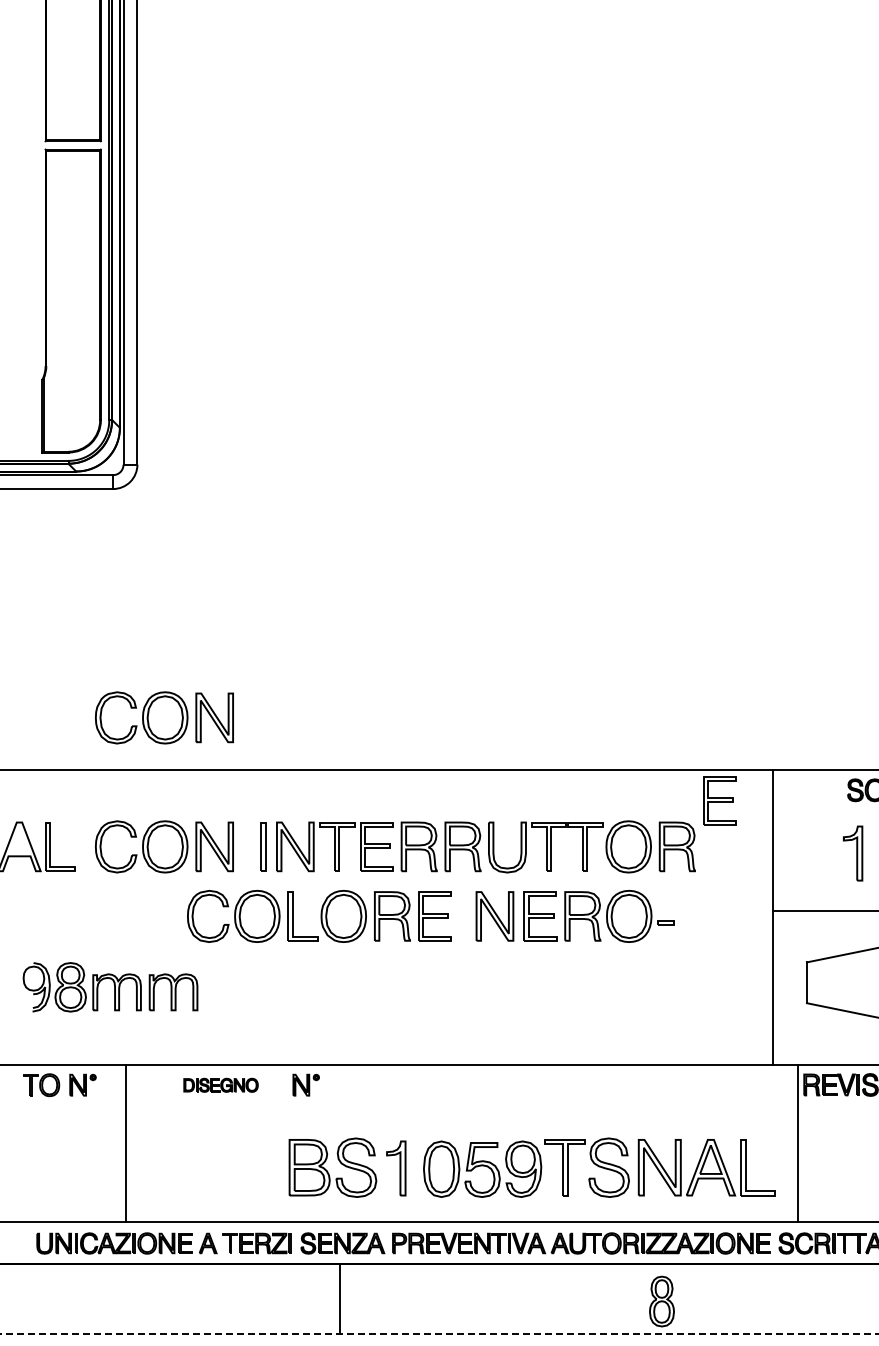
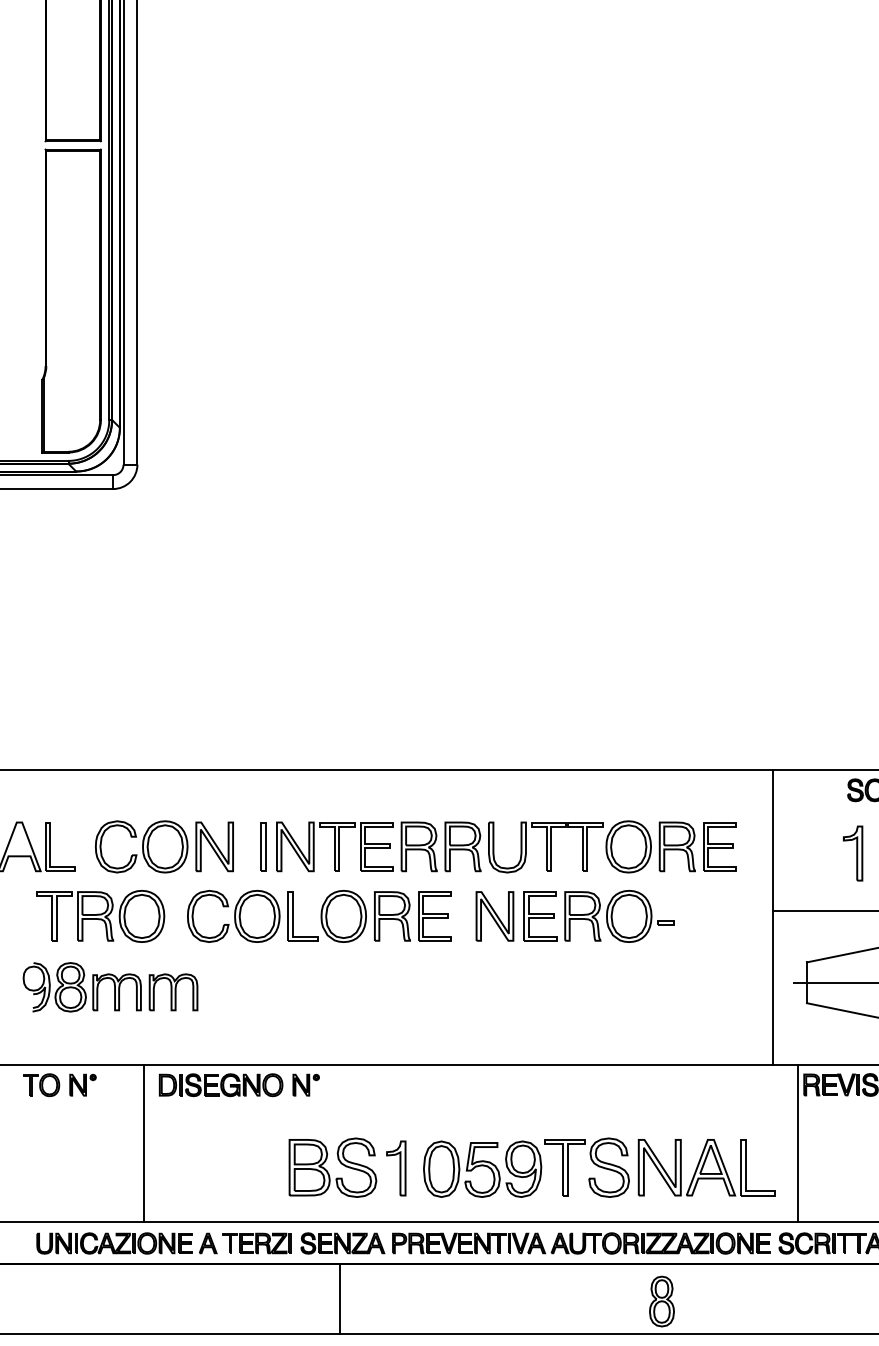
part at (164, 717): present -> none
part at (719, 800) position: (719, 800) -> (719, 846)
part at (100, 916): none -> present
line at (834, 982): none -> present
part at (220, 1084) size: 76x16 px -> 126x25 px
line at (125, 1143) position: (125, 1143) -> (143, 1143)
line at (439, 1333): dashed -> solid
